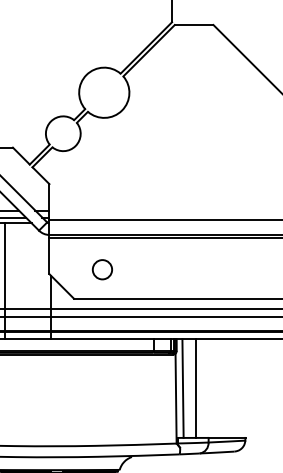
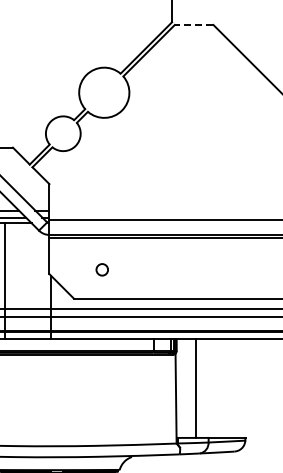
line at (193, 25): solid -> dashed
circle at (101, 269) size: 22x22 px -> 14x14 px
line at (182, 388): present -> none
